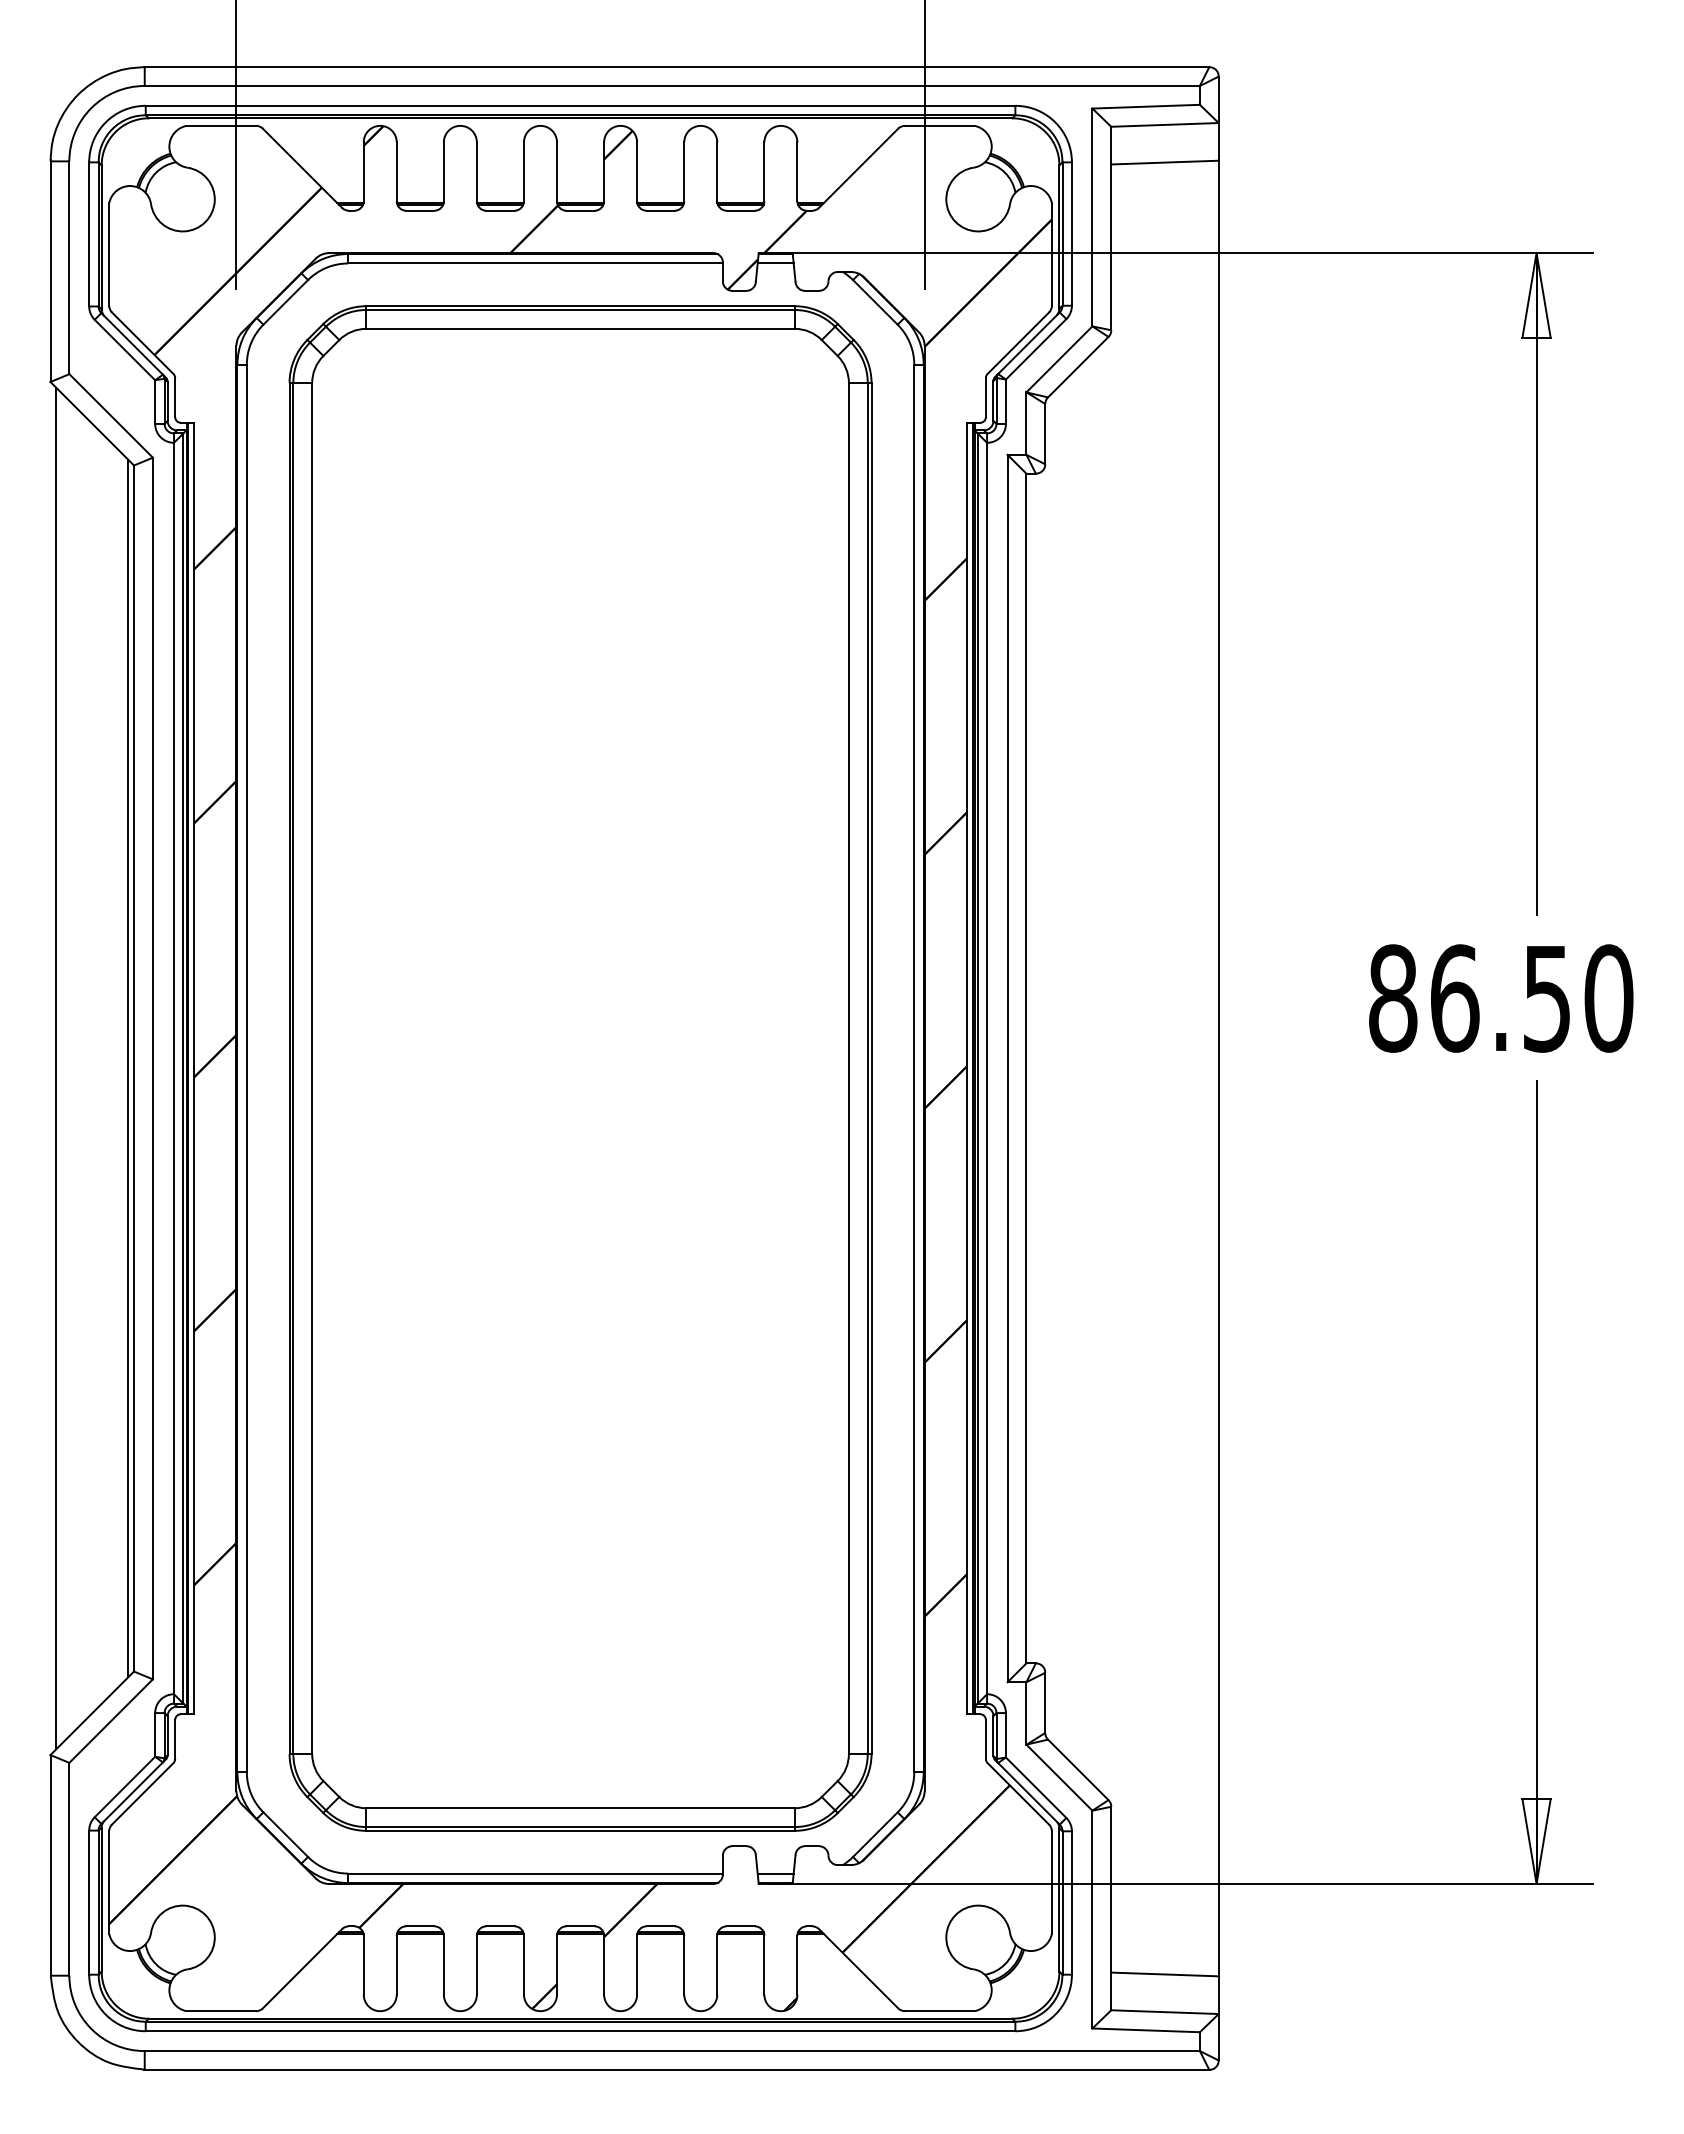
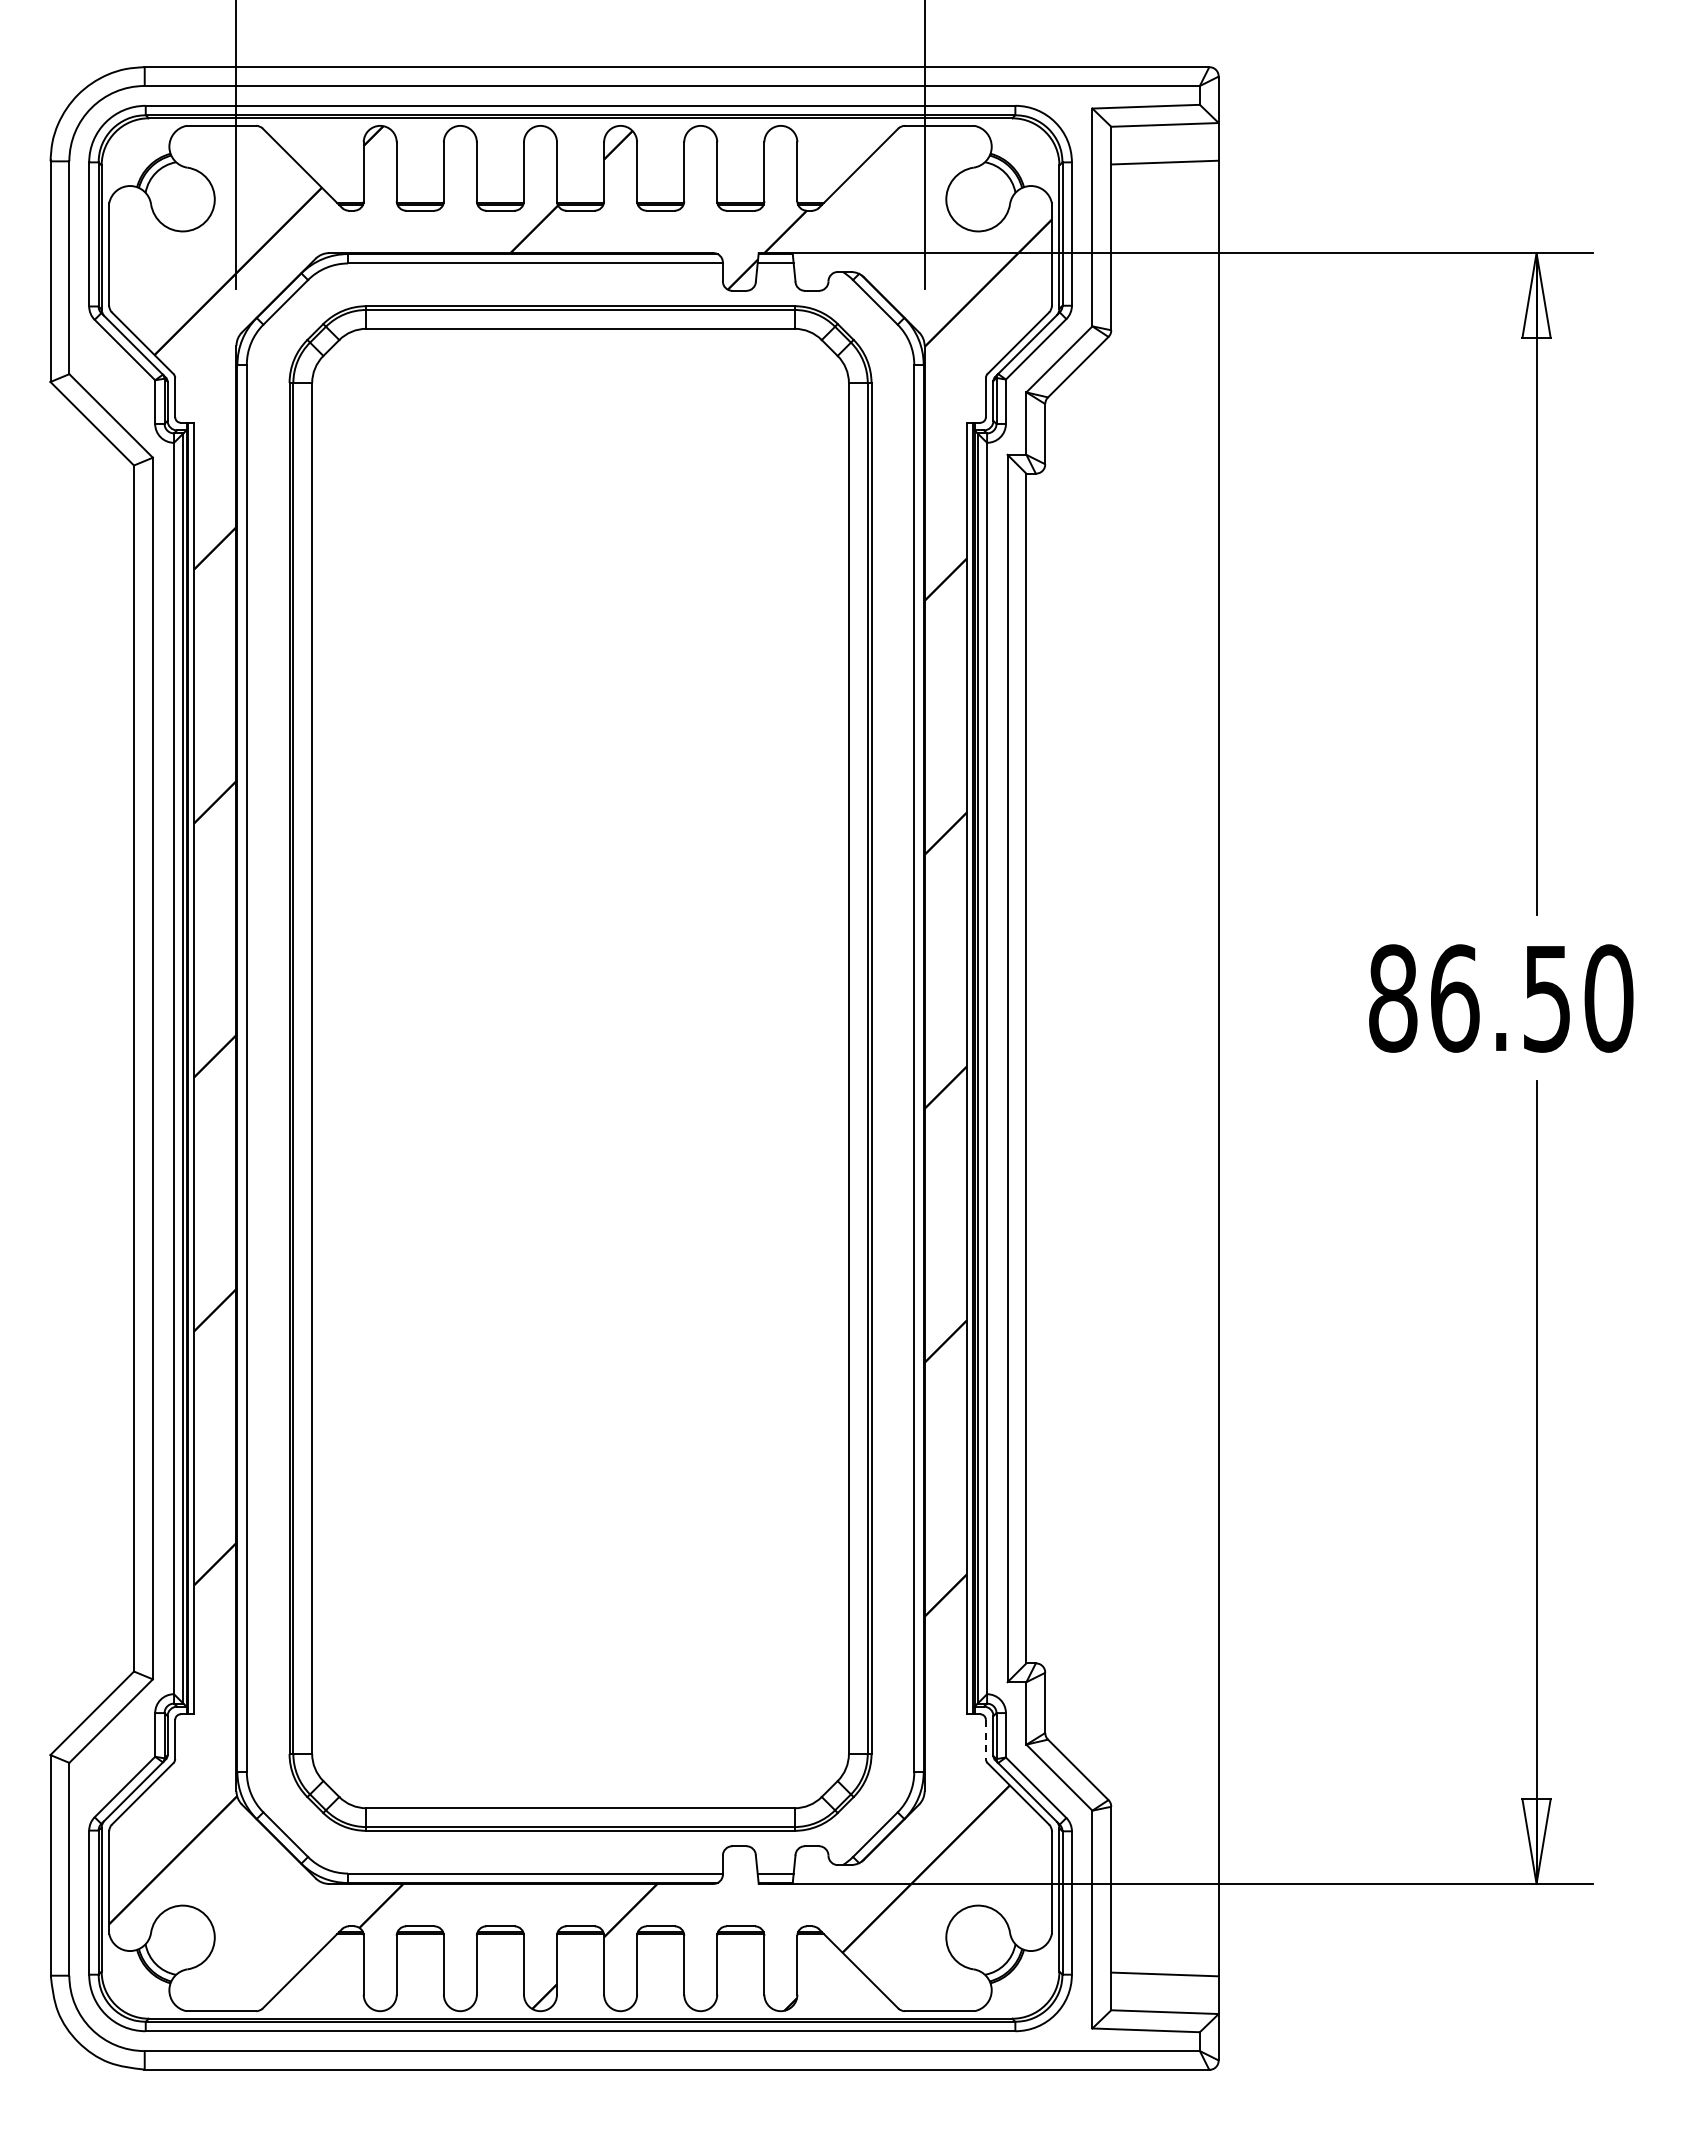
line at (56, 1068): present -> none
line at (128, 1068): present -> none
line at (985, 1739): solid -> dashed
